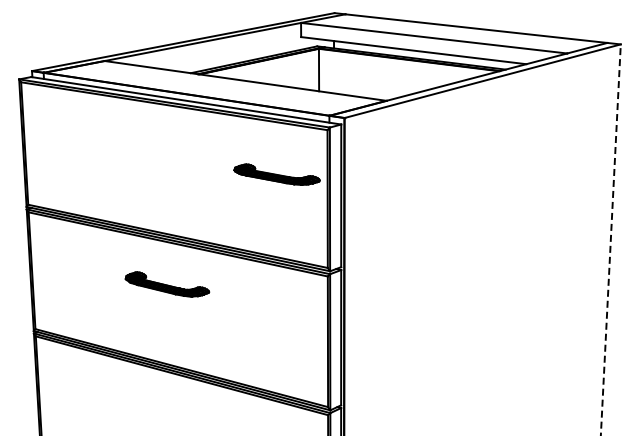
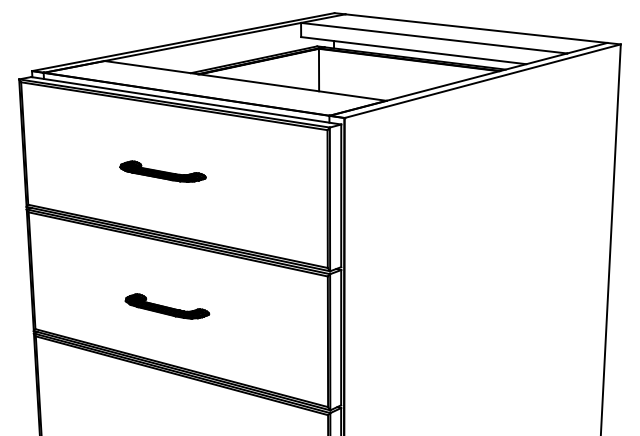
part at (276, 174) position: (276, 174) -> (162, 171)
line at (610, 240): dashed -> solid
part at (167, 284) position: (167, 284) -> (167, 306)
